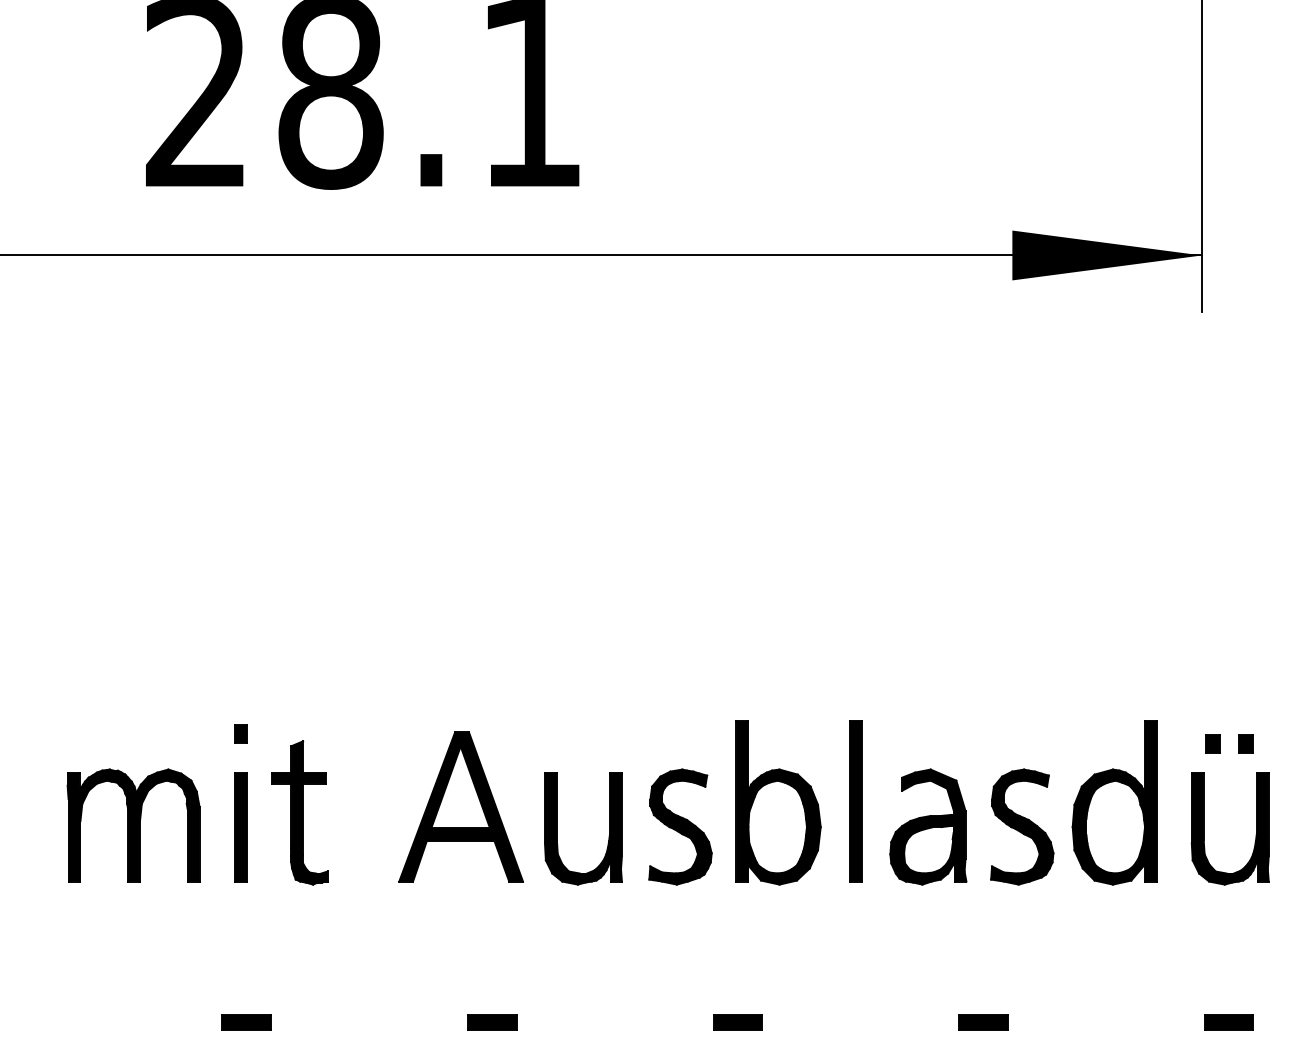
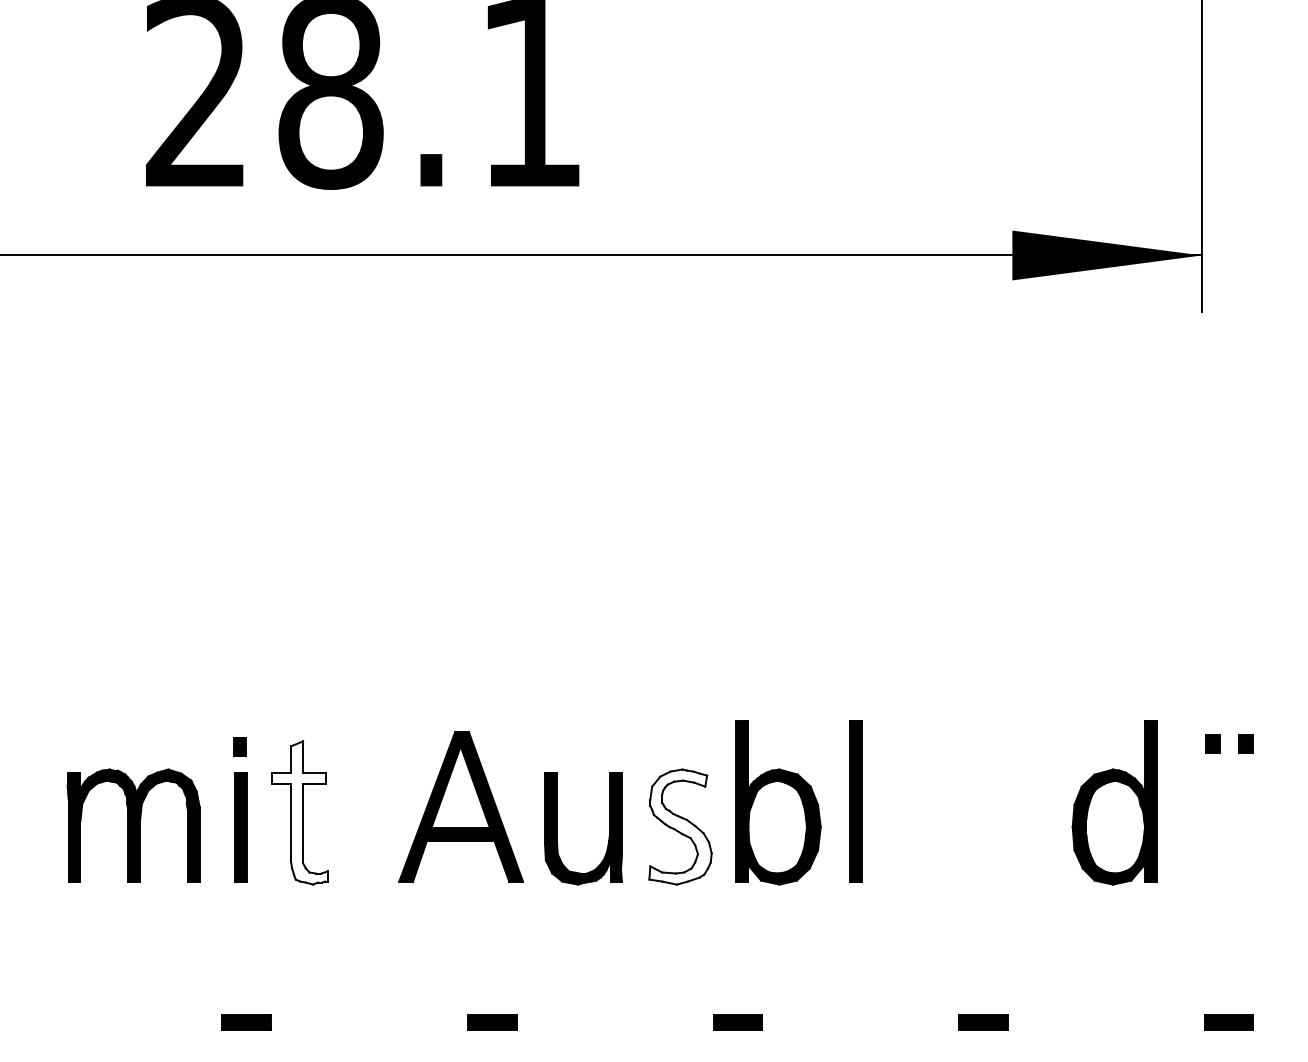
part at (240, 733) position: (240, 733) -> (239, 746)
fill at (299, 812): present -> none
fill at (680, 826): present -> none
part at (928, 826): present -> none
part at (1022, 826): present -> none
part at (1204, 828): present -> none
